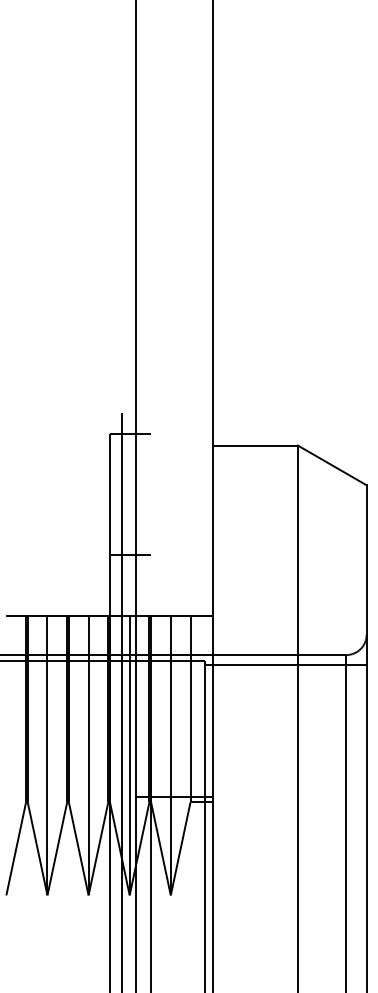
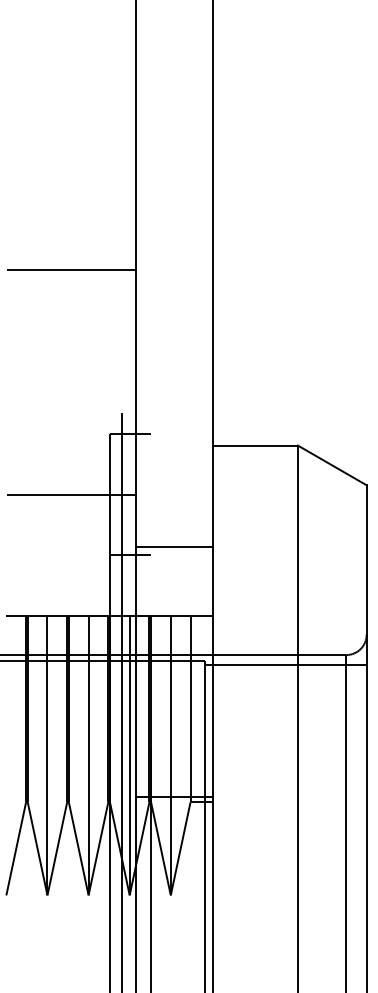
line at (71, 269): none -> present
line at (71, 494): none -> present
line at (173, 547): none -> present
